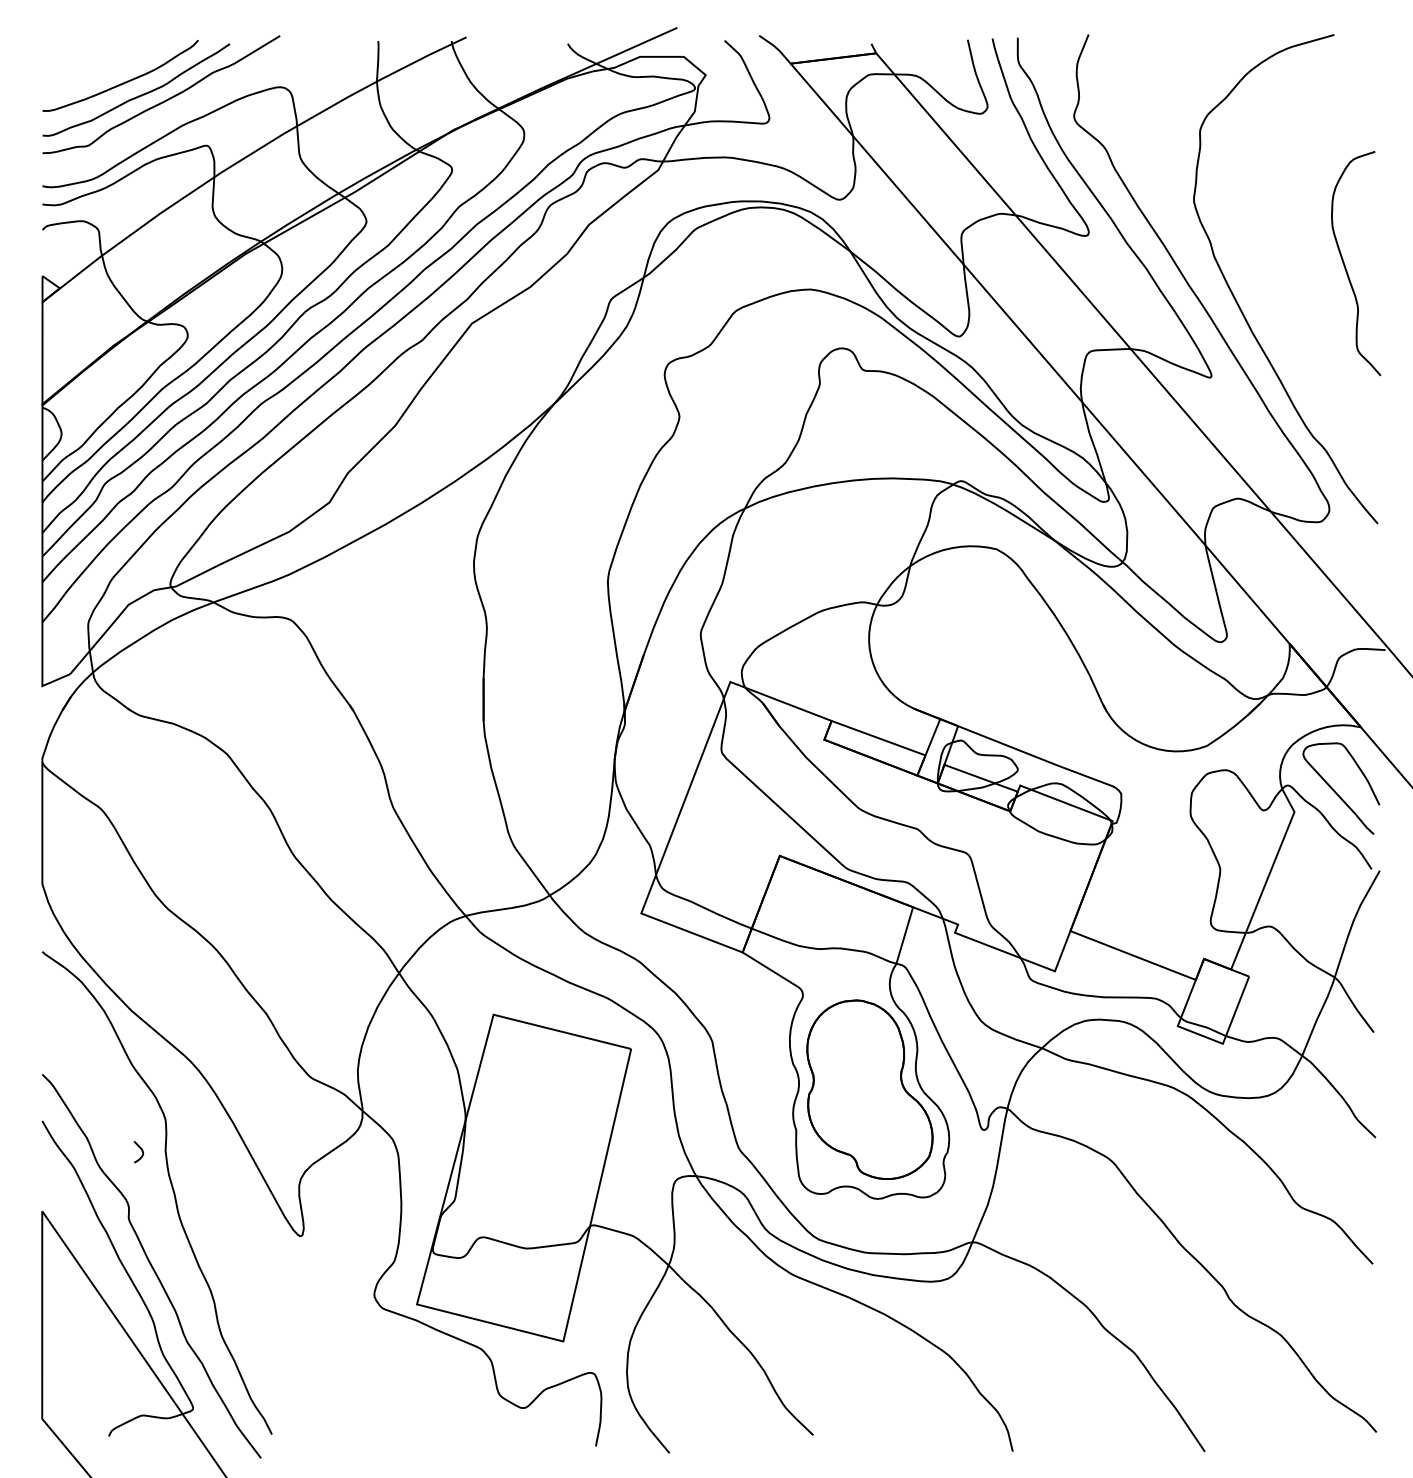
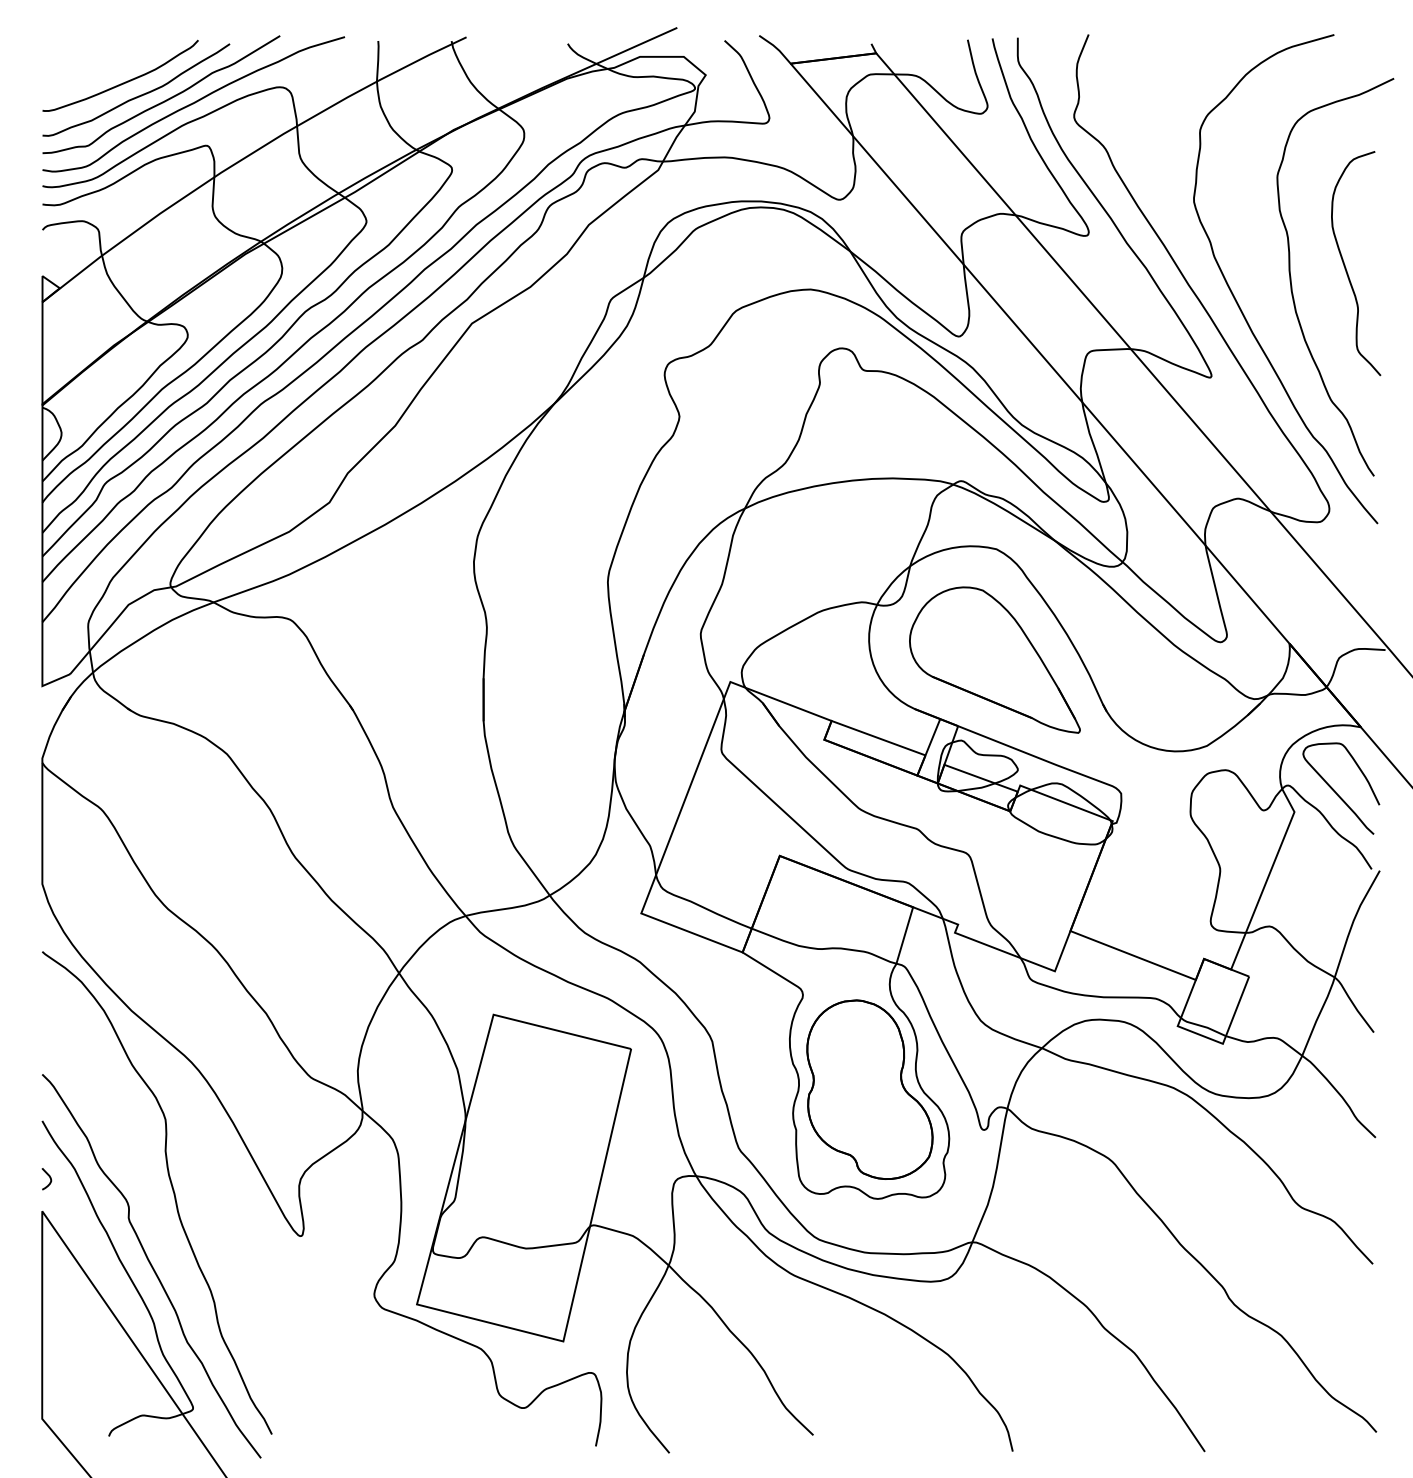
curve at (193, 104): none -> present
curve at (1292, 285): none -> present
part at (994, 659): none -> present
curve at (141, 1151) position: (141, 1151) -> (49, 1178)
